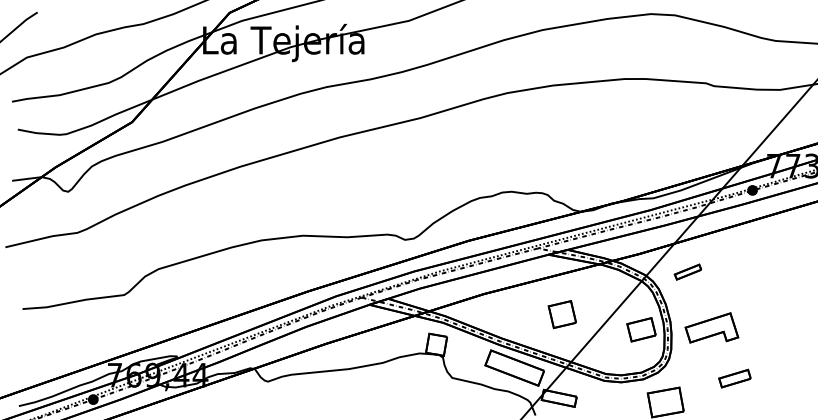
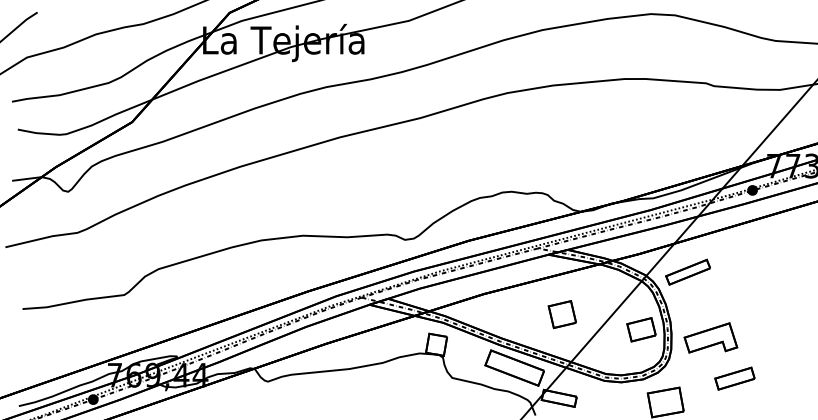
part at (687, 271) size: 30x18 px -> 46x28 px
part at (711, 327) position: (711, 327) -> (710, 337)
part at (734, 378) size: 34x21 px -> 42x25 px
